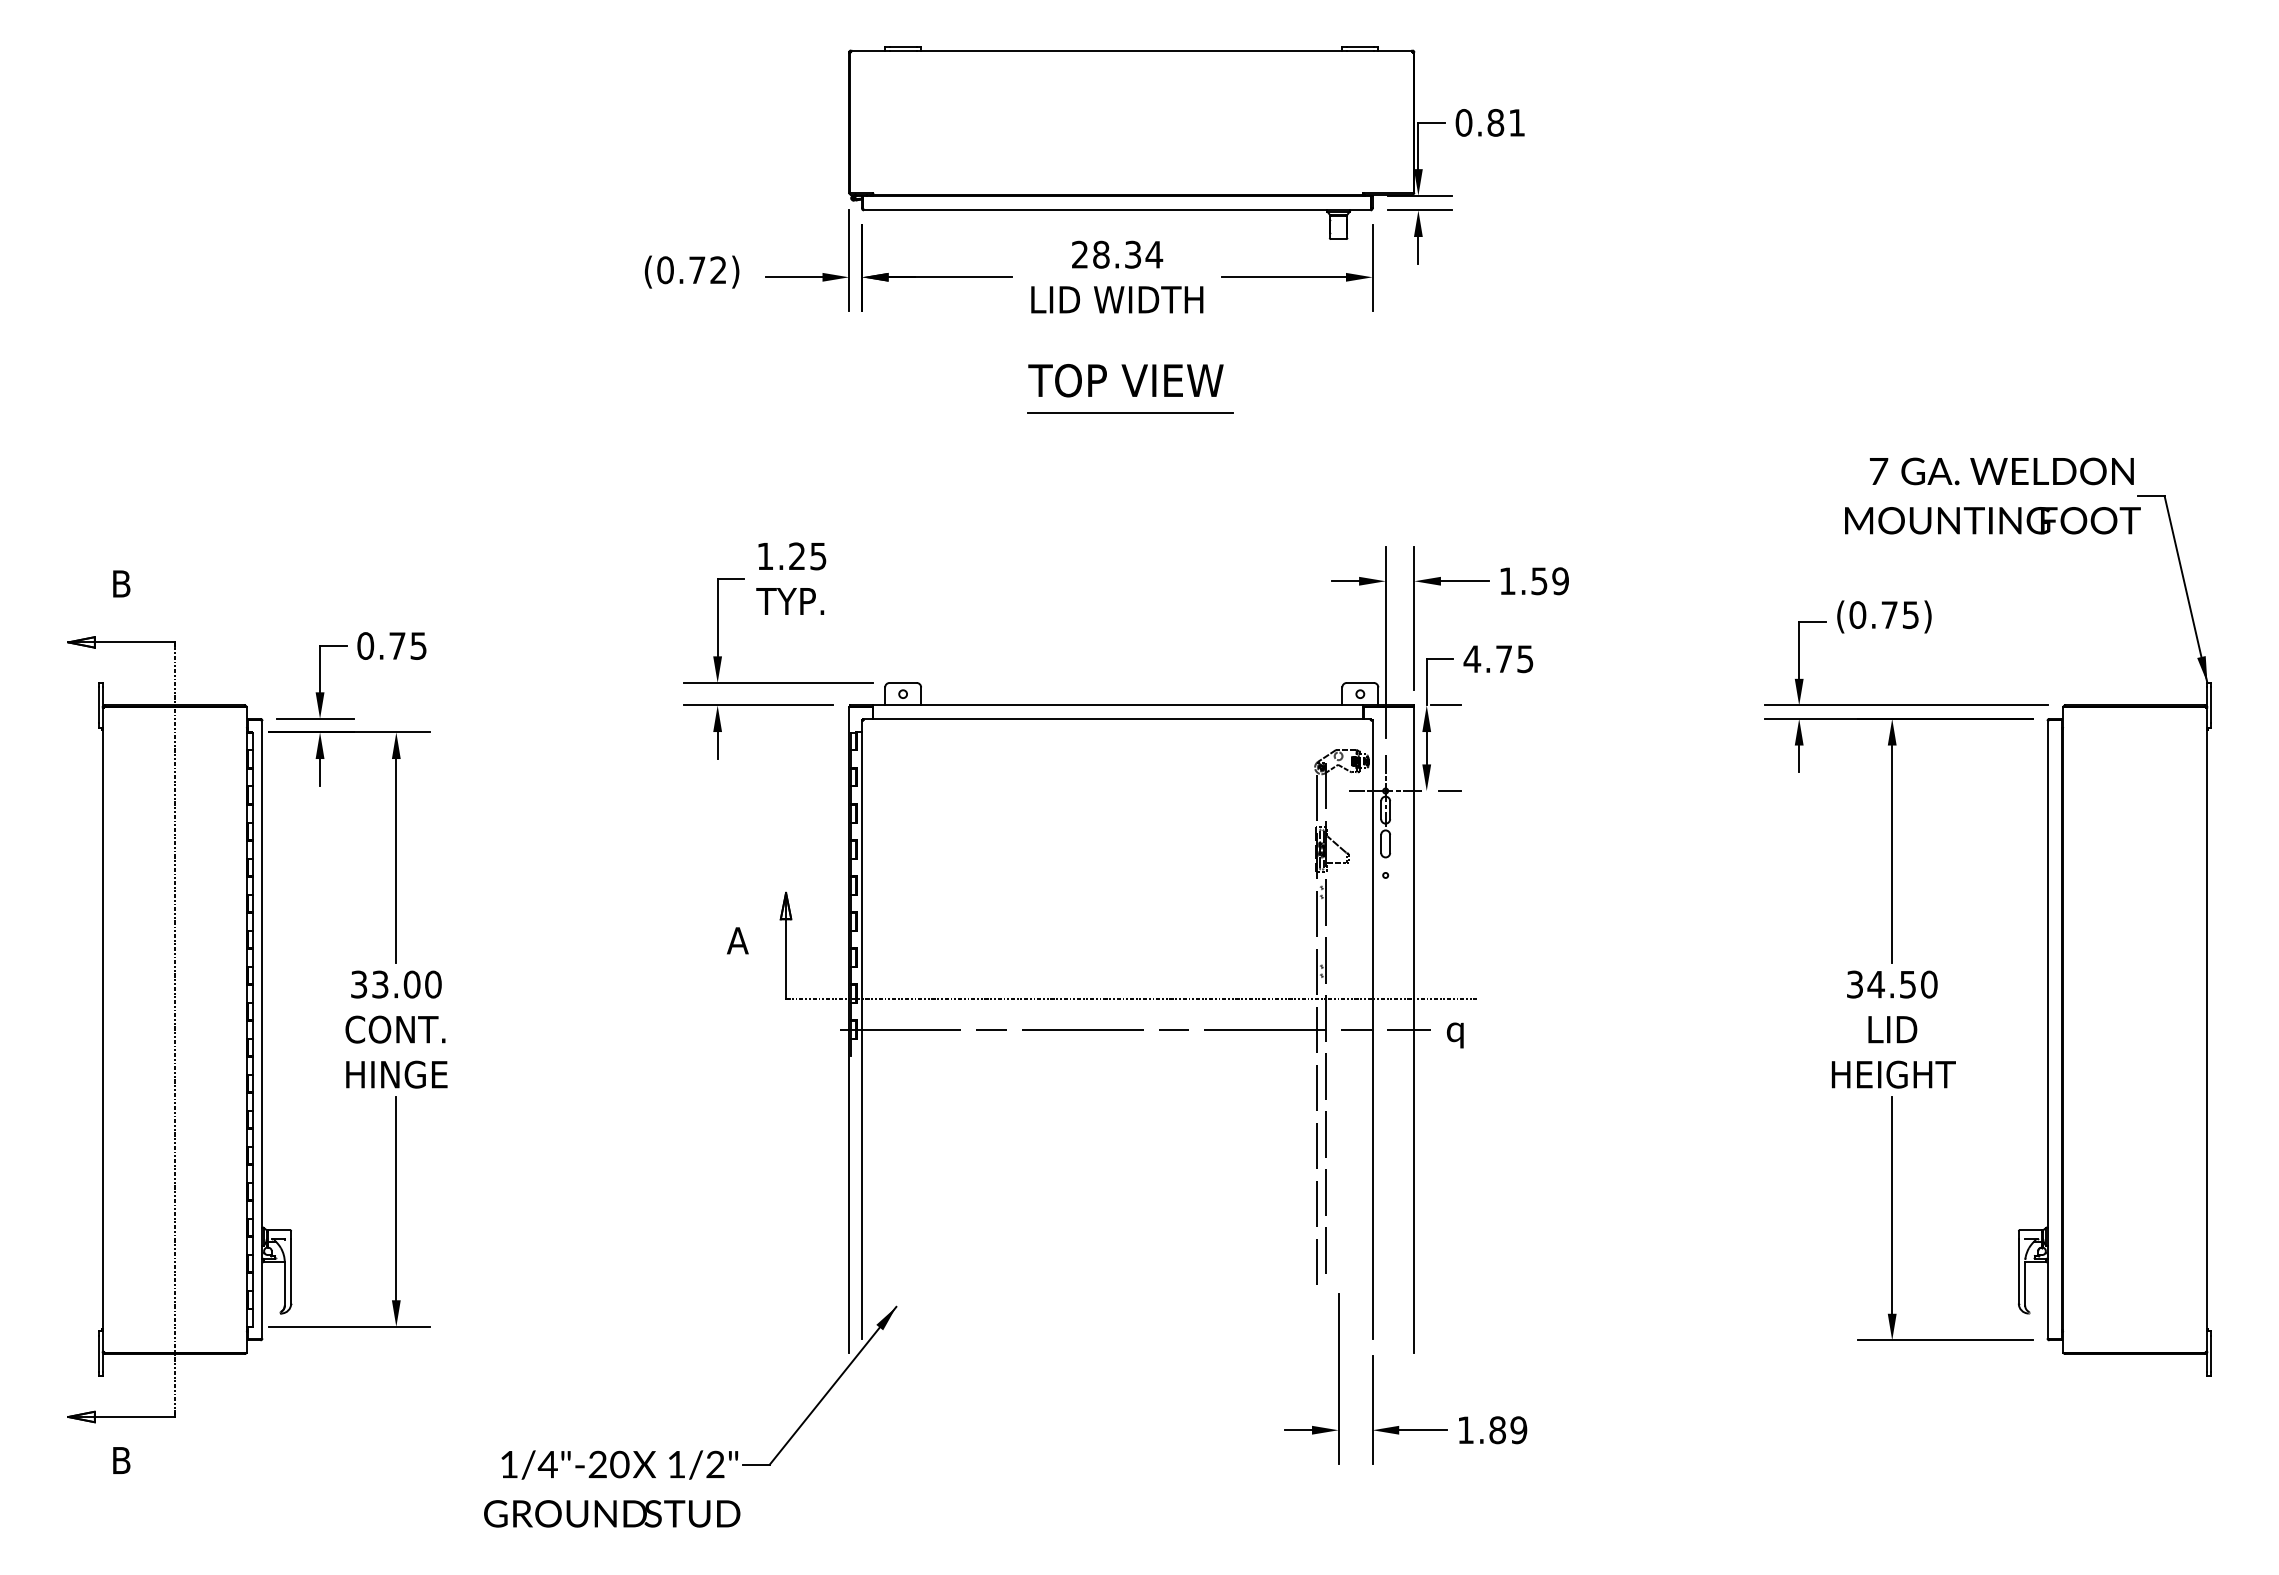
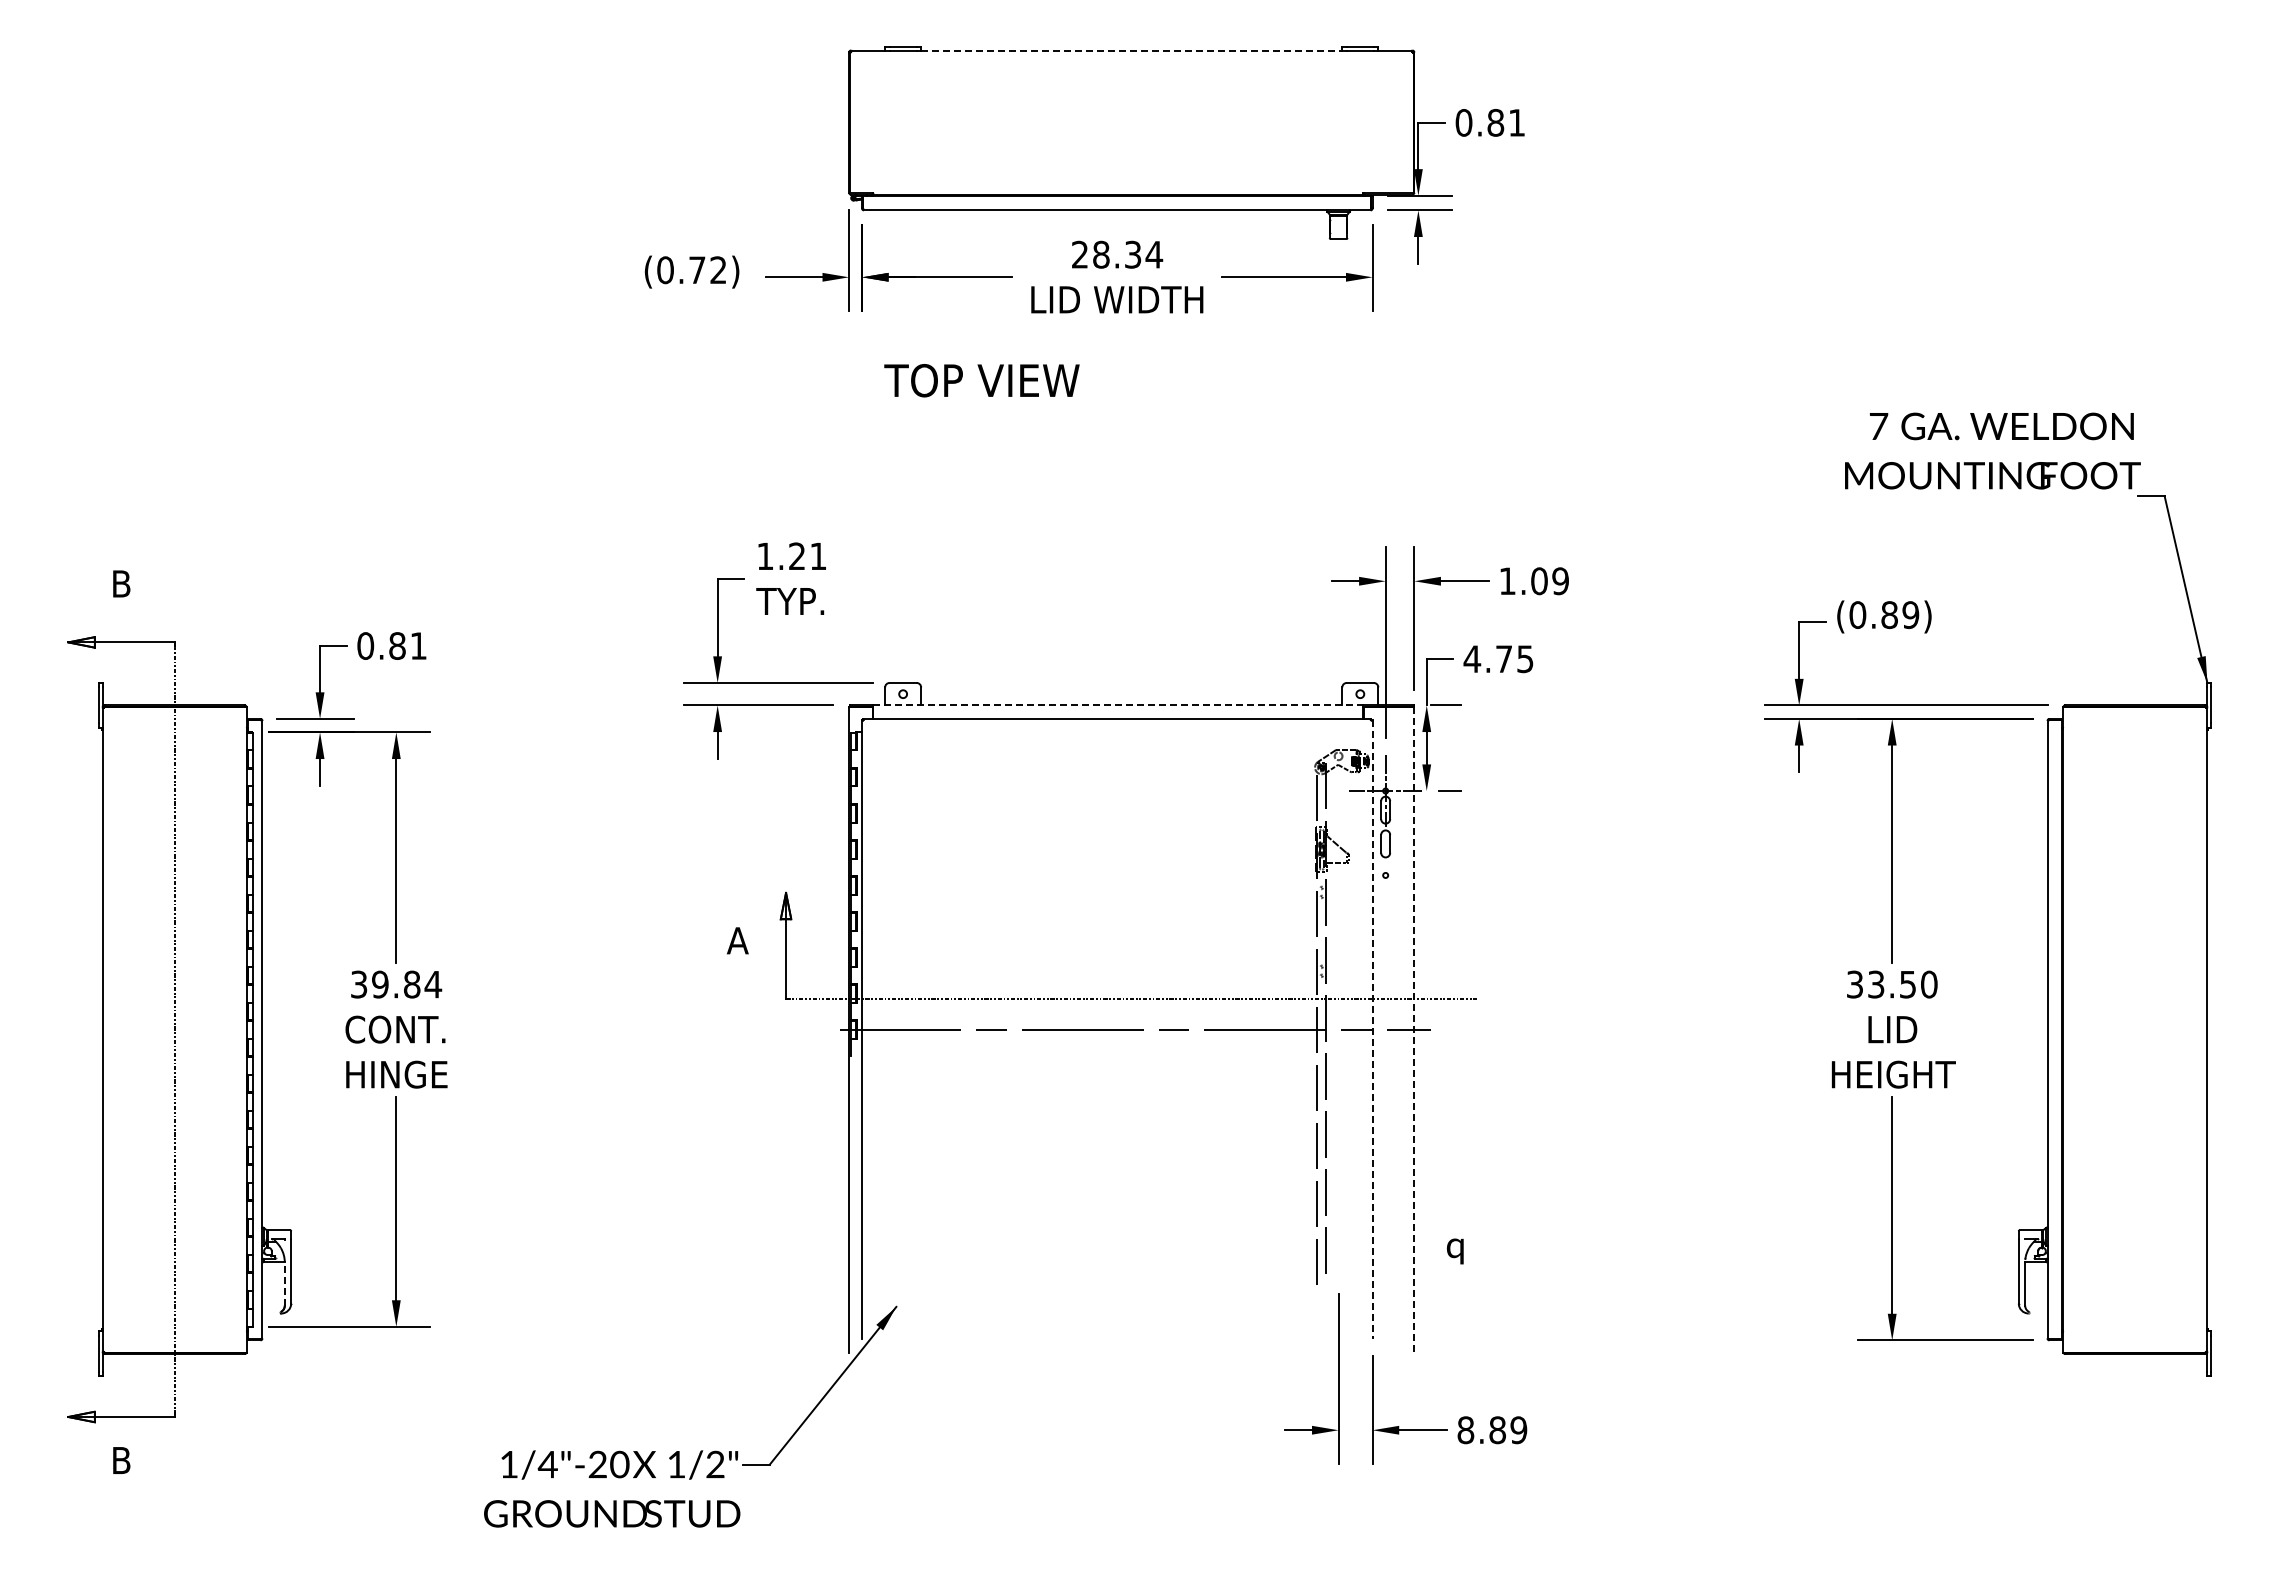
line at (1131, 50): solid -> dashed
text at (1125, 380) position: (1125, 380) -> (981, 380)
line at (1130, 412): present -> none
text at (1992, 495) position: (1992, 495) -> (1992, 450)
text at (818, 556): 1.25 -> 1.21
text at (1539, 581): 1.59 -> 1.09
text at (1900, 615): (0.75) -> (0.89)
text at (407, 645): 0.75 -> 0.81
line at (1118, 705): solid -> dashed
text at (407, 984): 33.00 -> 39.84
text at (1875, 984): 34.50 -> 33.50
line at (1414, 1029): solid -> dashed
line at (1372, 1030): solid -> dashed
text at (1455, 1035) position: (1455, 1035) -> (1455, 1251)
line at (284, 1284): solid -> dashed
text at (1465, 1430): 1.89 -> 8.89
